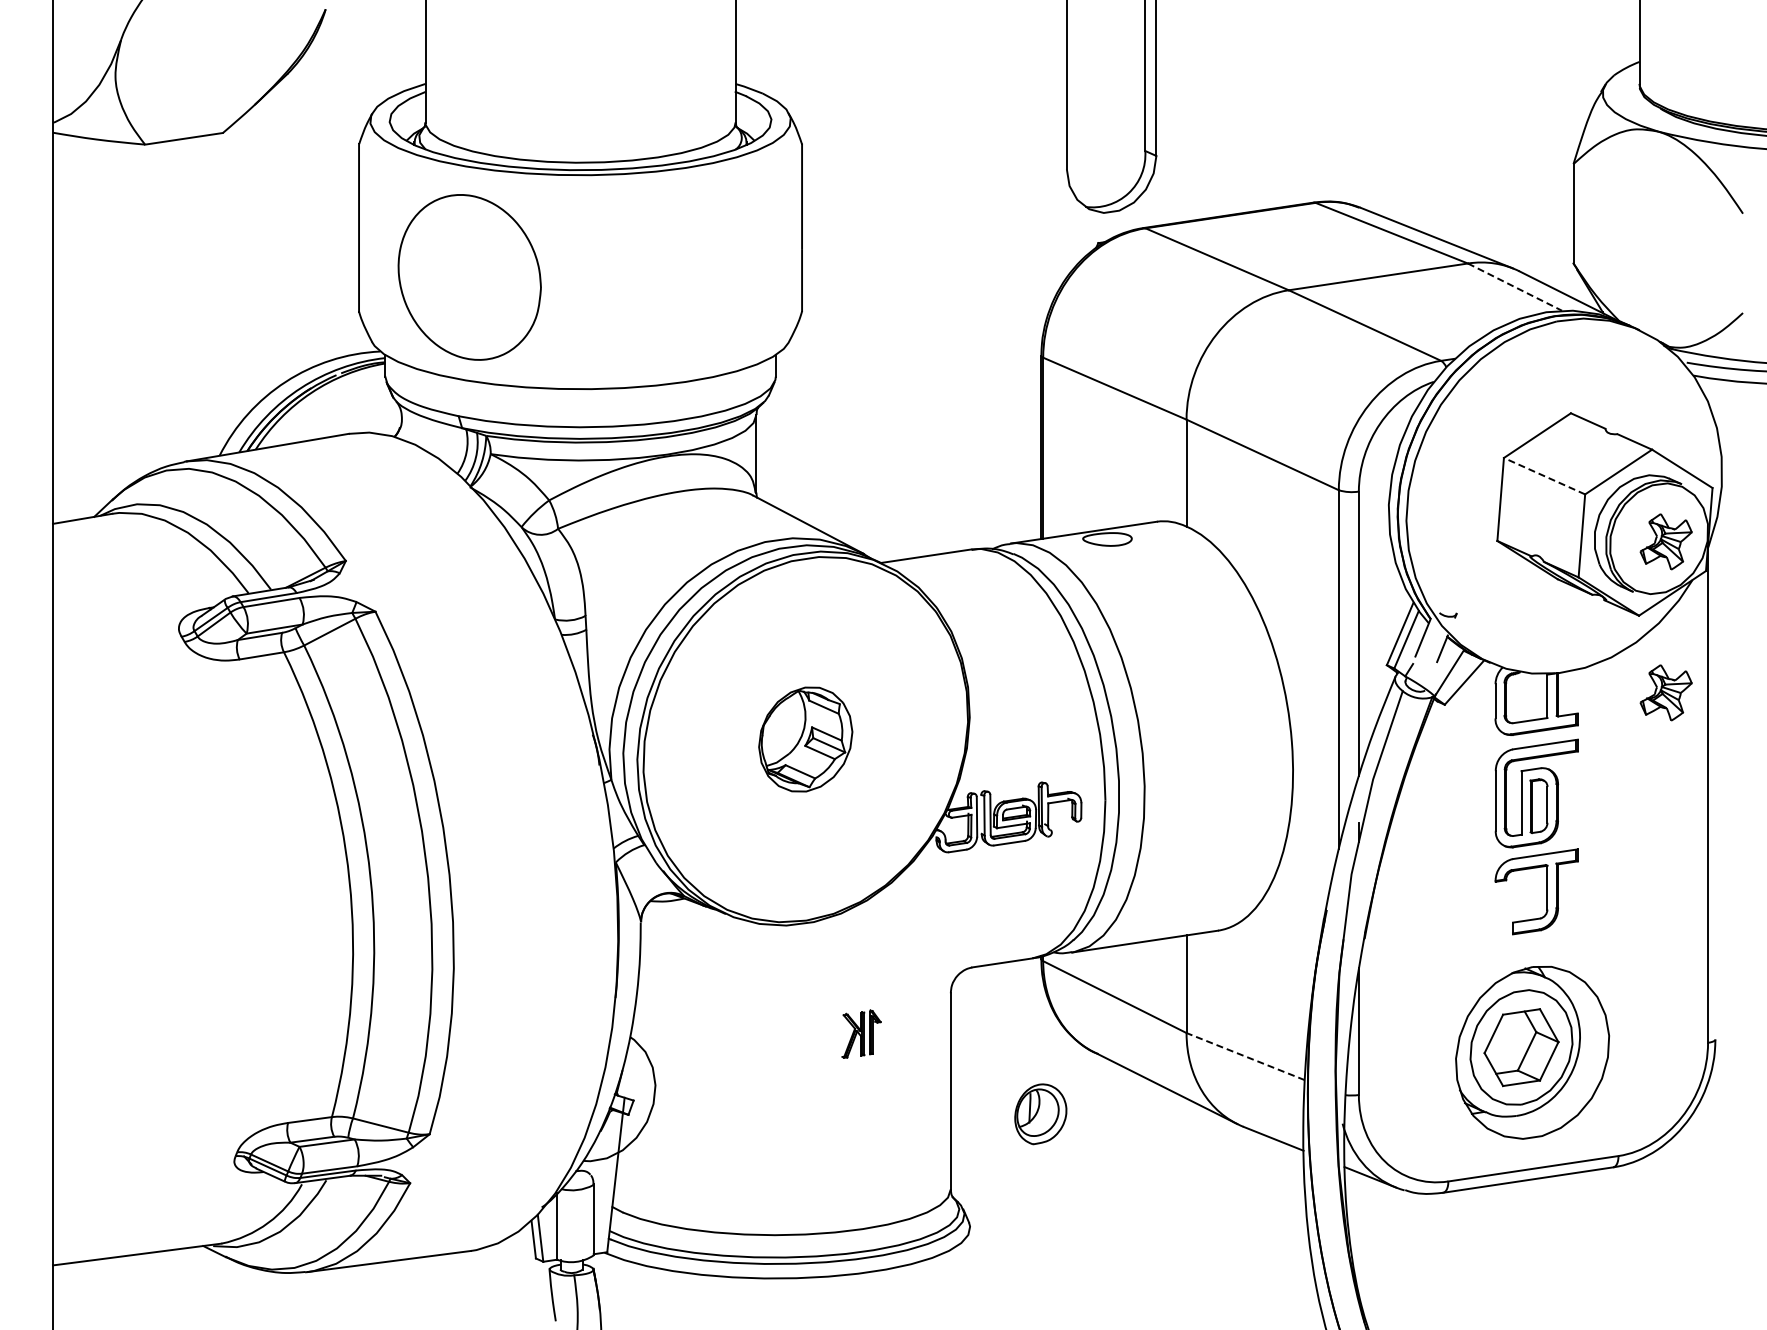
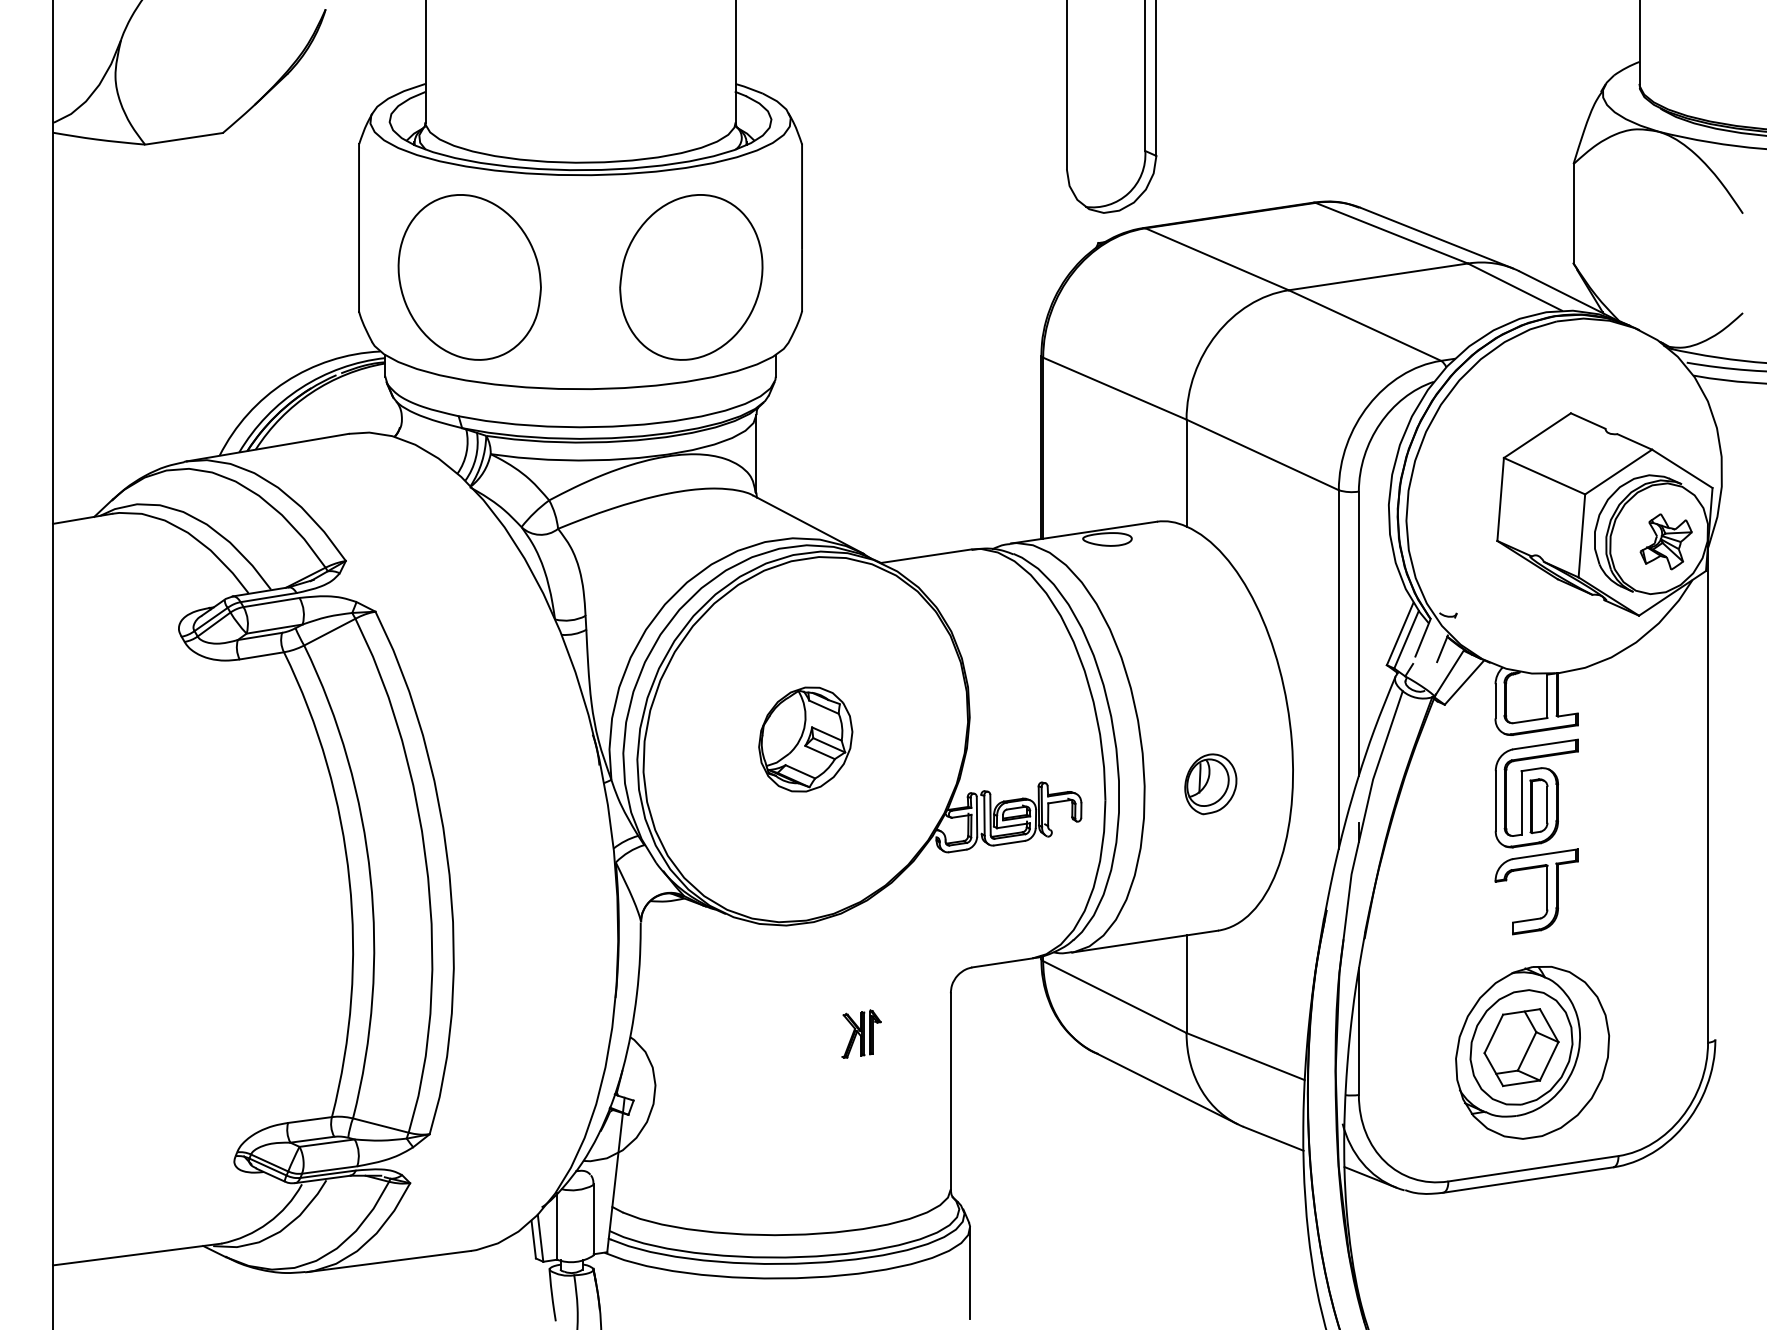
part at (691, 277): none -> present
line at (1514, 287): dashed -> solid
line at (1544, 476): dashed -> solid
part at (1665, 692): present -> none
line at (1245, 1056): dashed -> solid
part at (1040, 1114) position: (1040, 1114) -> (1210, 784)
line at (970, 1273): none -> present
